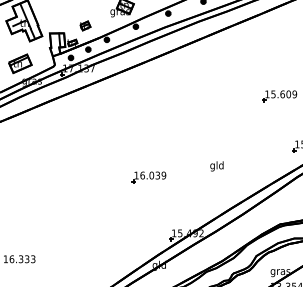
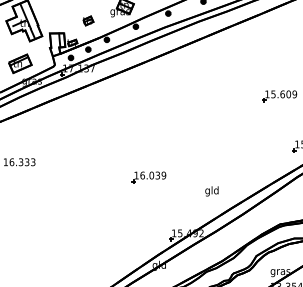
part at (85, 25) position: (85, 25) -> (88, 20)
text at (216, 166) position: (216, 166) -> (211, 191)
text at (19, 259) position: (19, 259) -> (19, 162)
